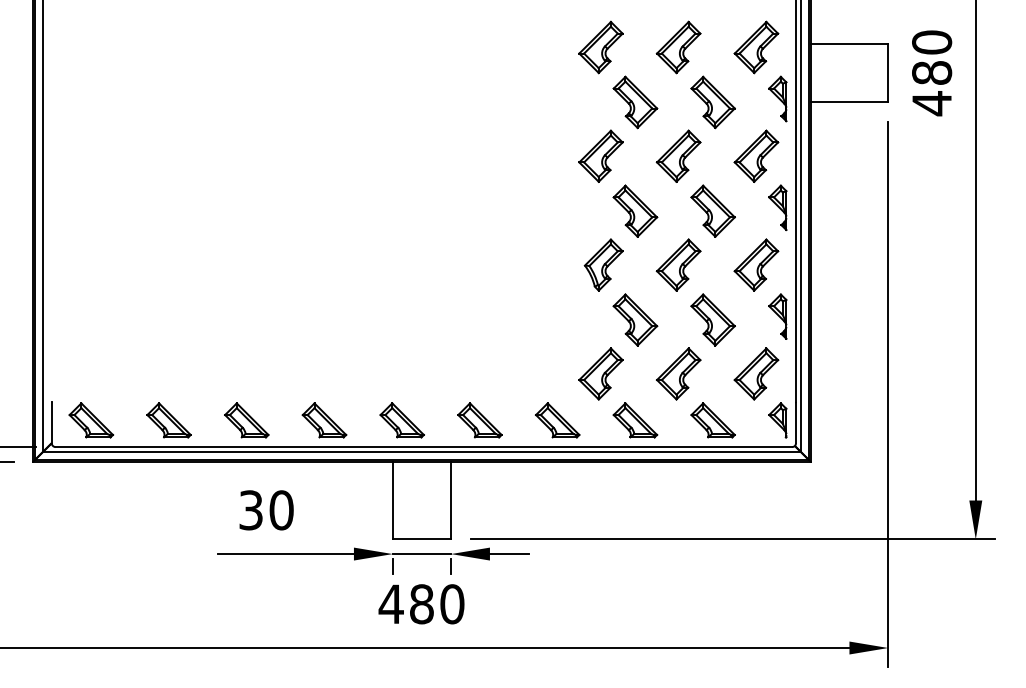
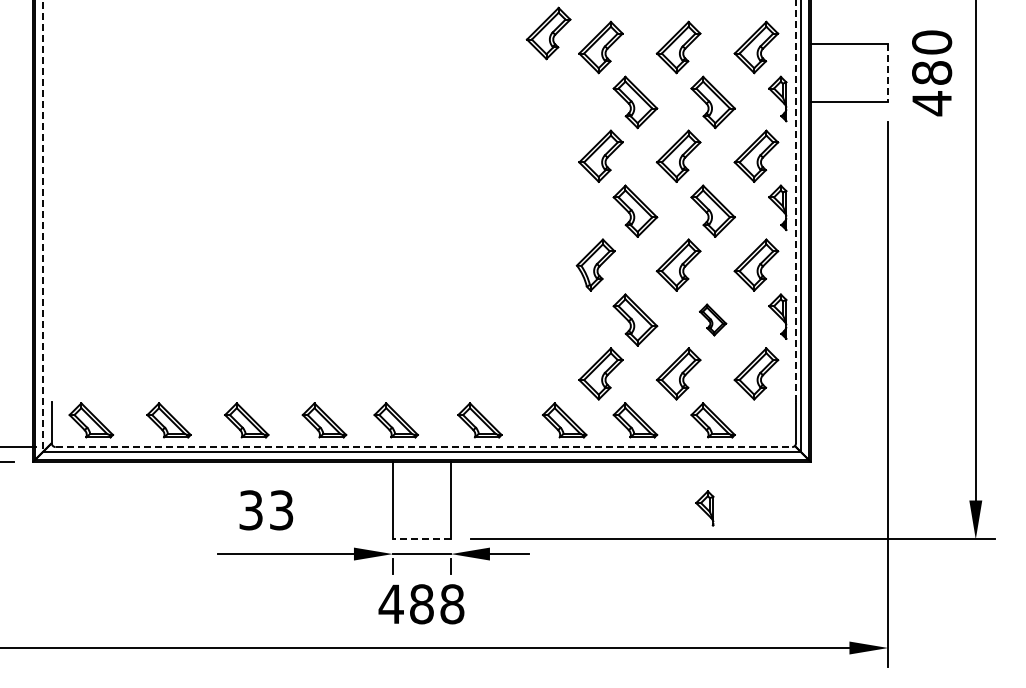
part at (548, 33): none -> present
line at (888, 73): solid -> dashed
line at (796, 201): solid -> dashed
line at (43, 225): solid -> dashed
part at (603, 264) position: (603, 264) -> (595, 264)
part at (712, 319) size: 46x54 px -> 29x34 px
part at (401, 420) position: (401, 420) -> (395, 420)
part at (557, 420) position: (557, 420) -> (564, 420)
part at (777, 420) position: (777, 420) -> (704, 508)
line at (424, 447): solid -> dashed
text at (281, 510): 30 -> 33
line at (421, 539): solid -> dashed
text at (452, 604): 480 -> 488
